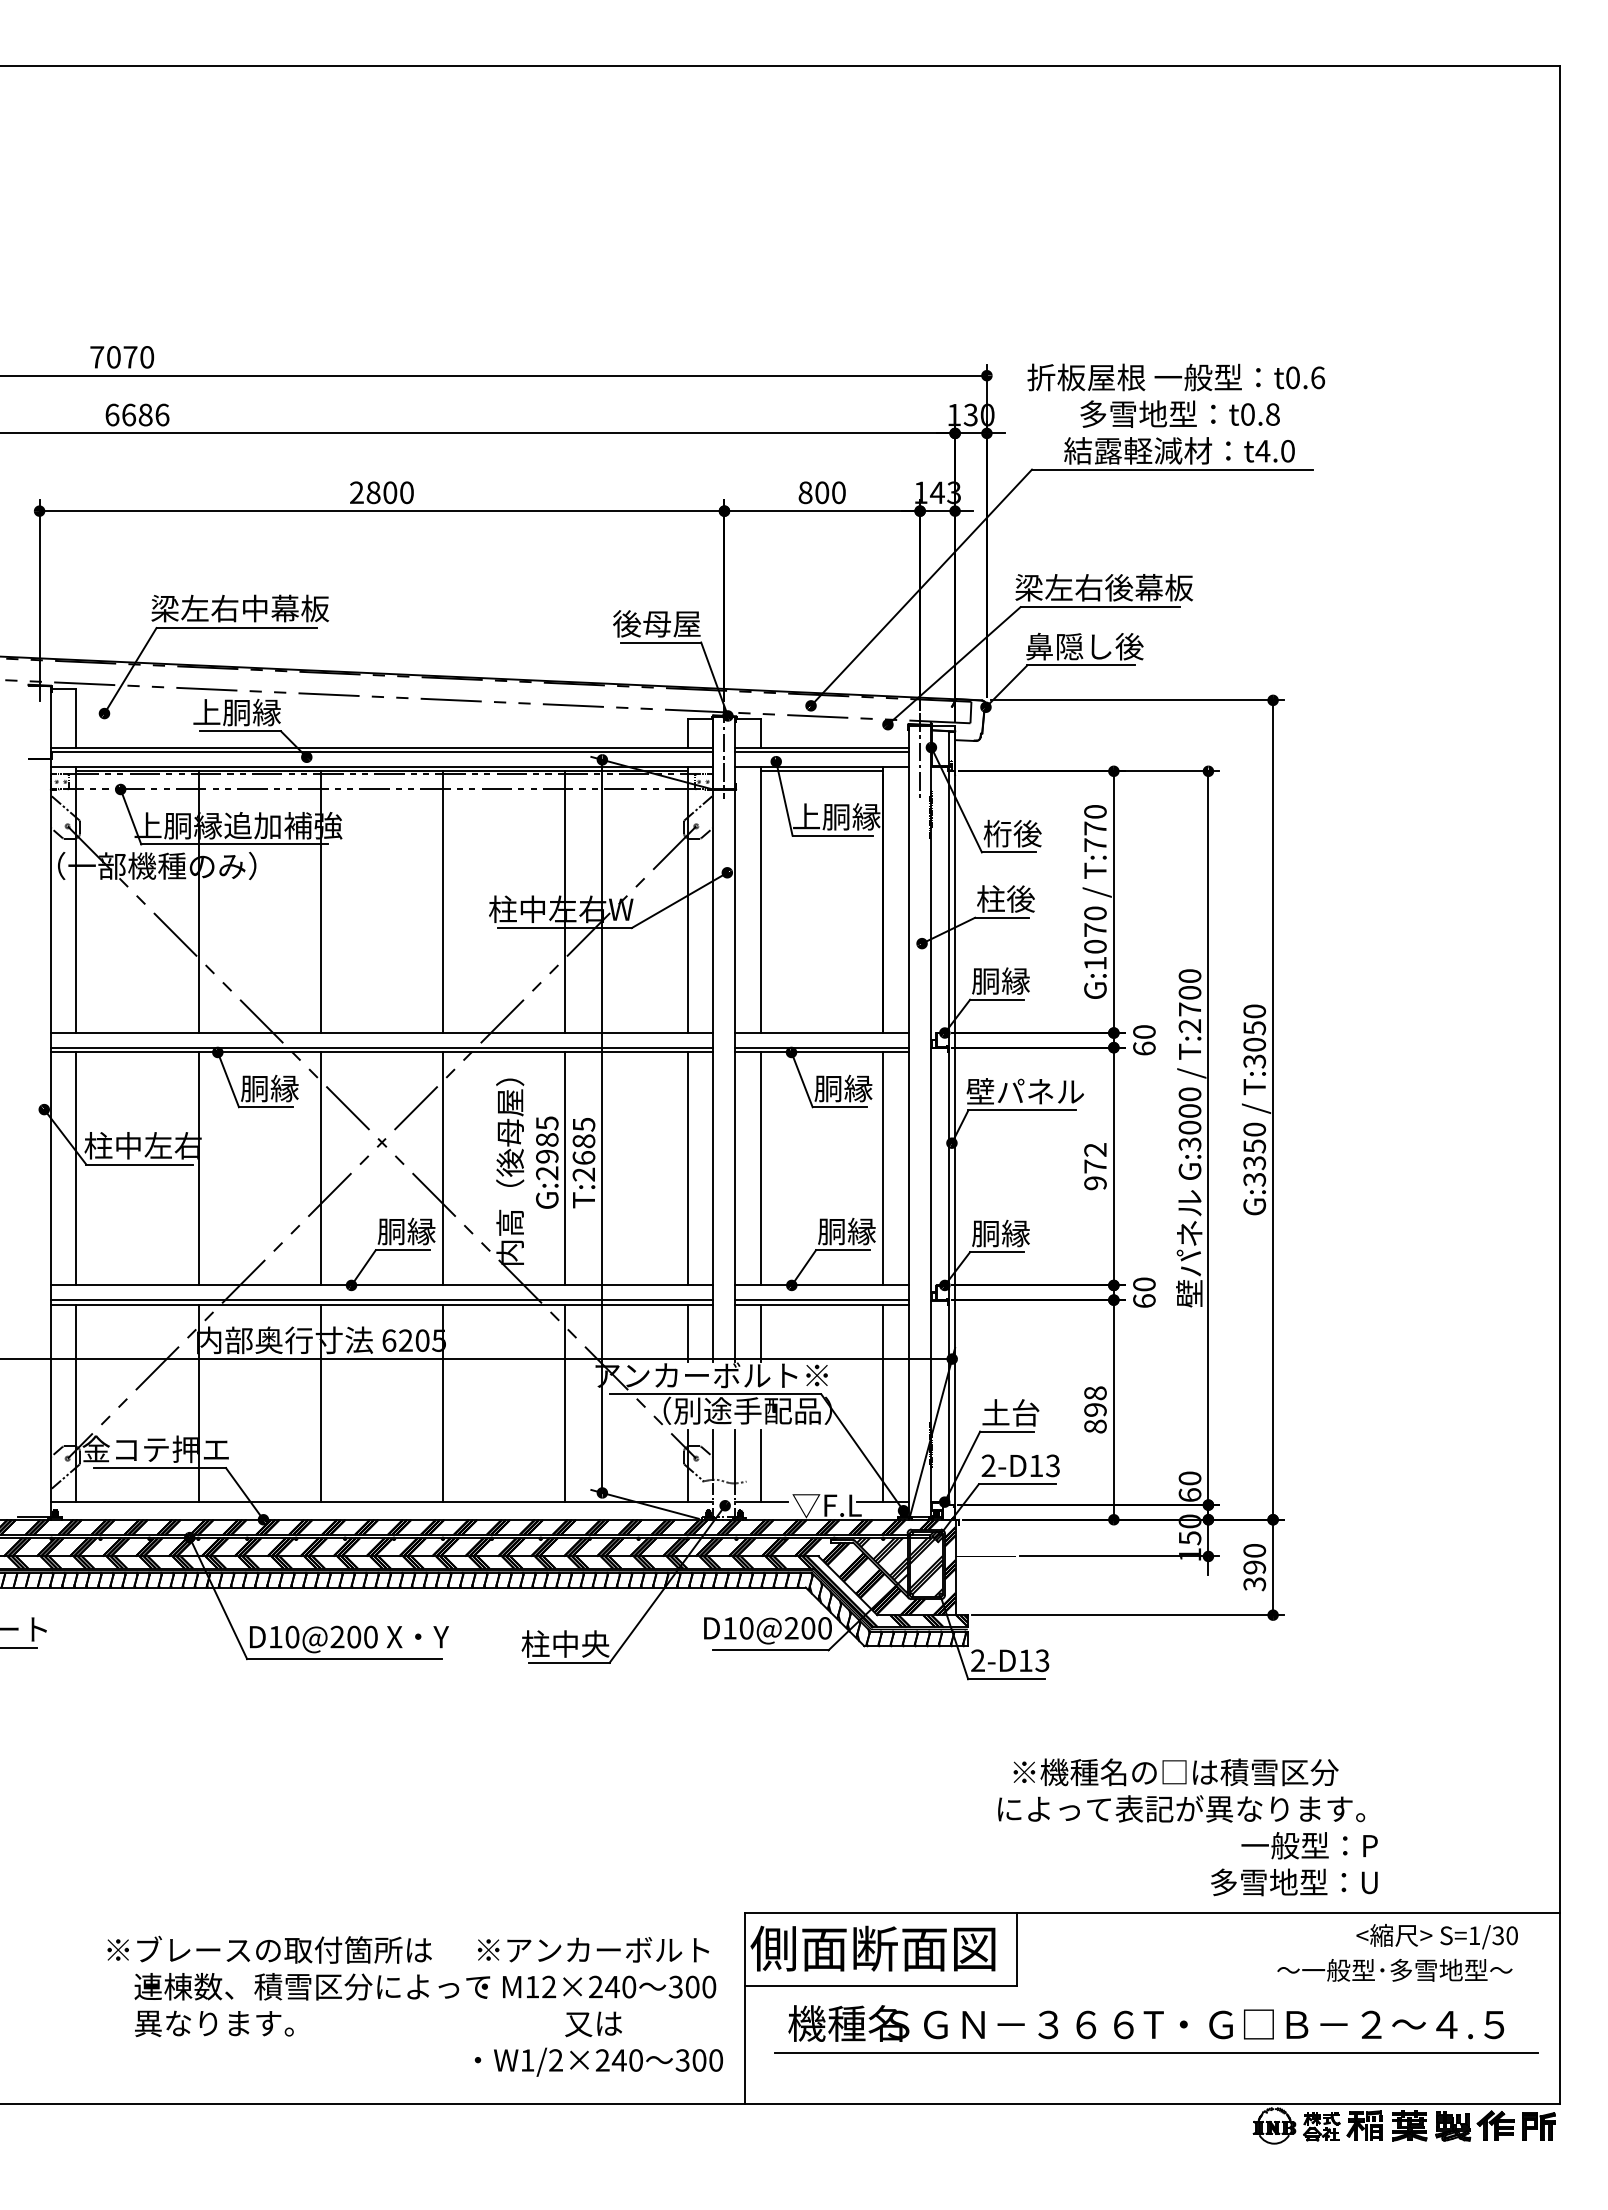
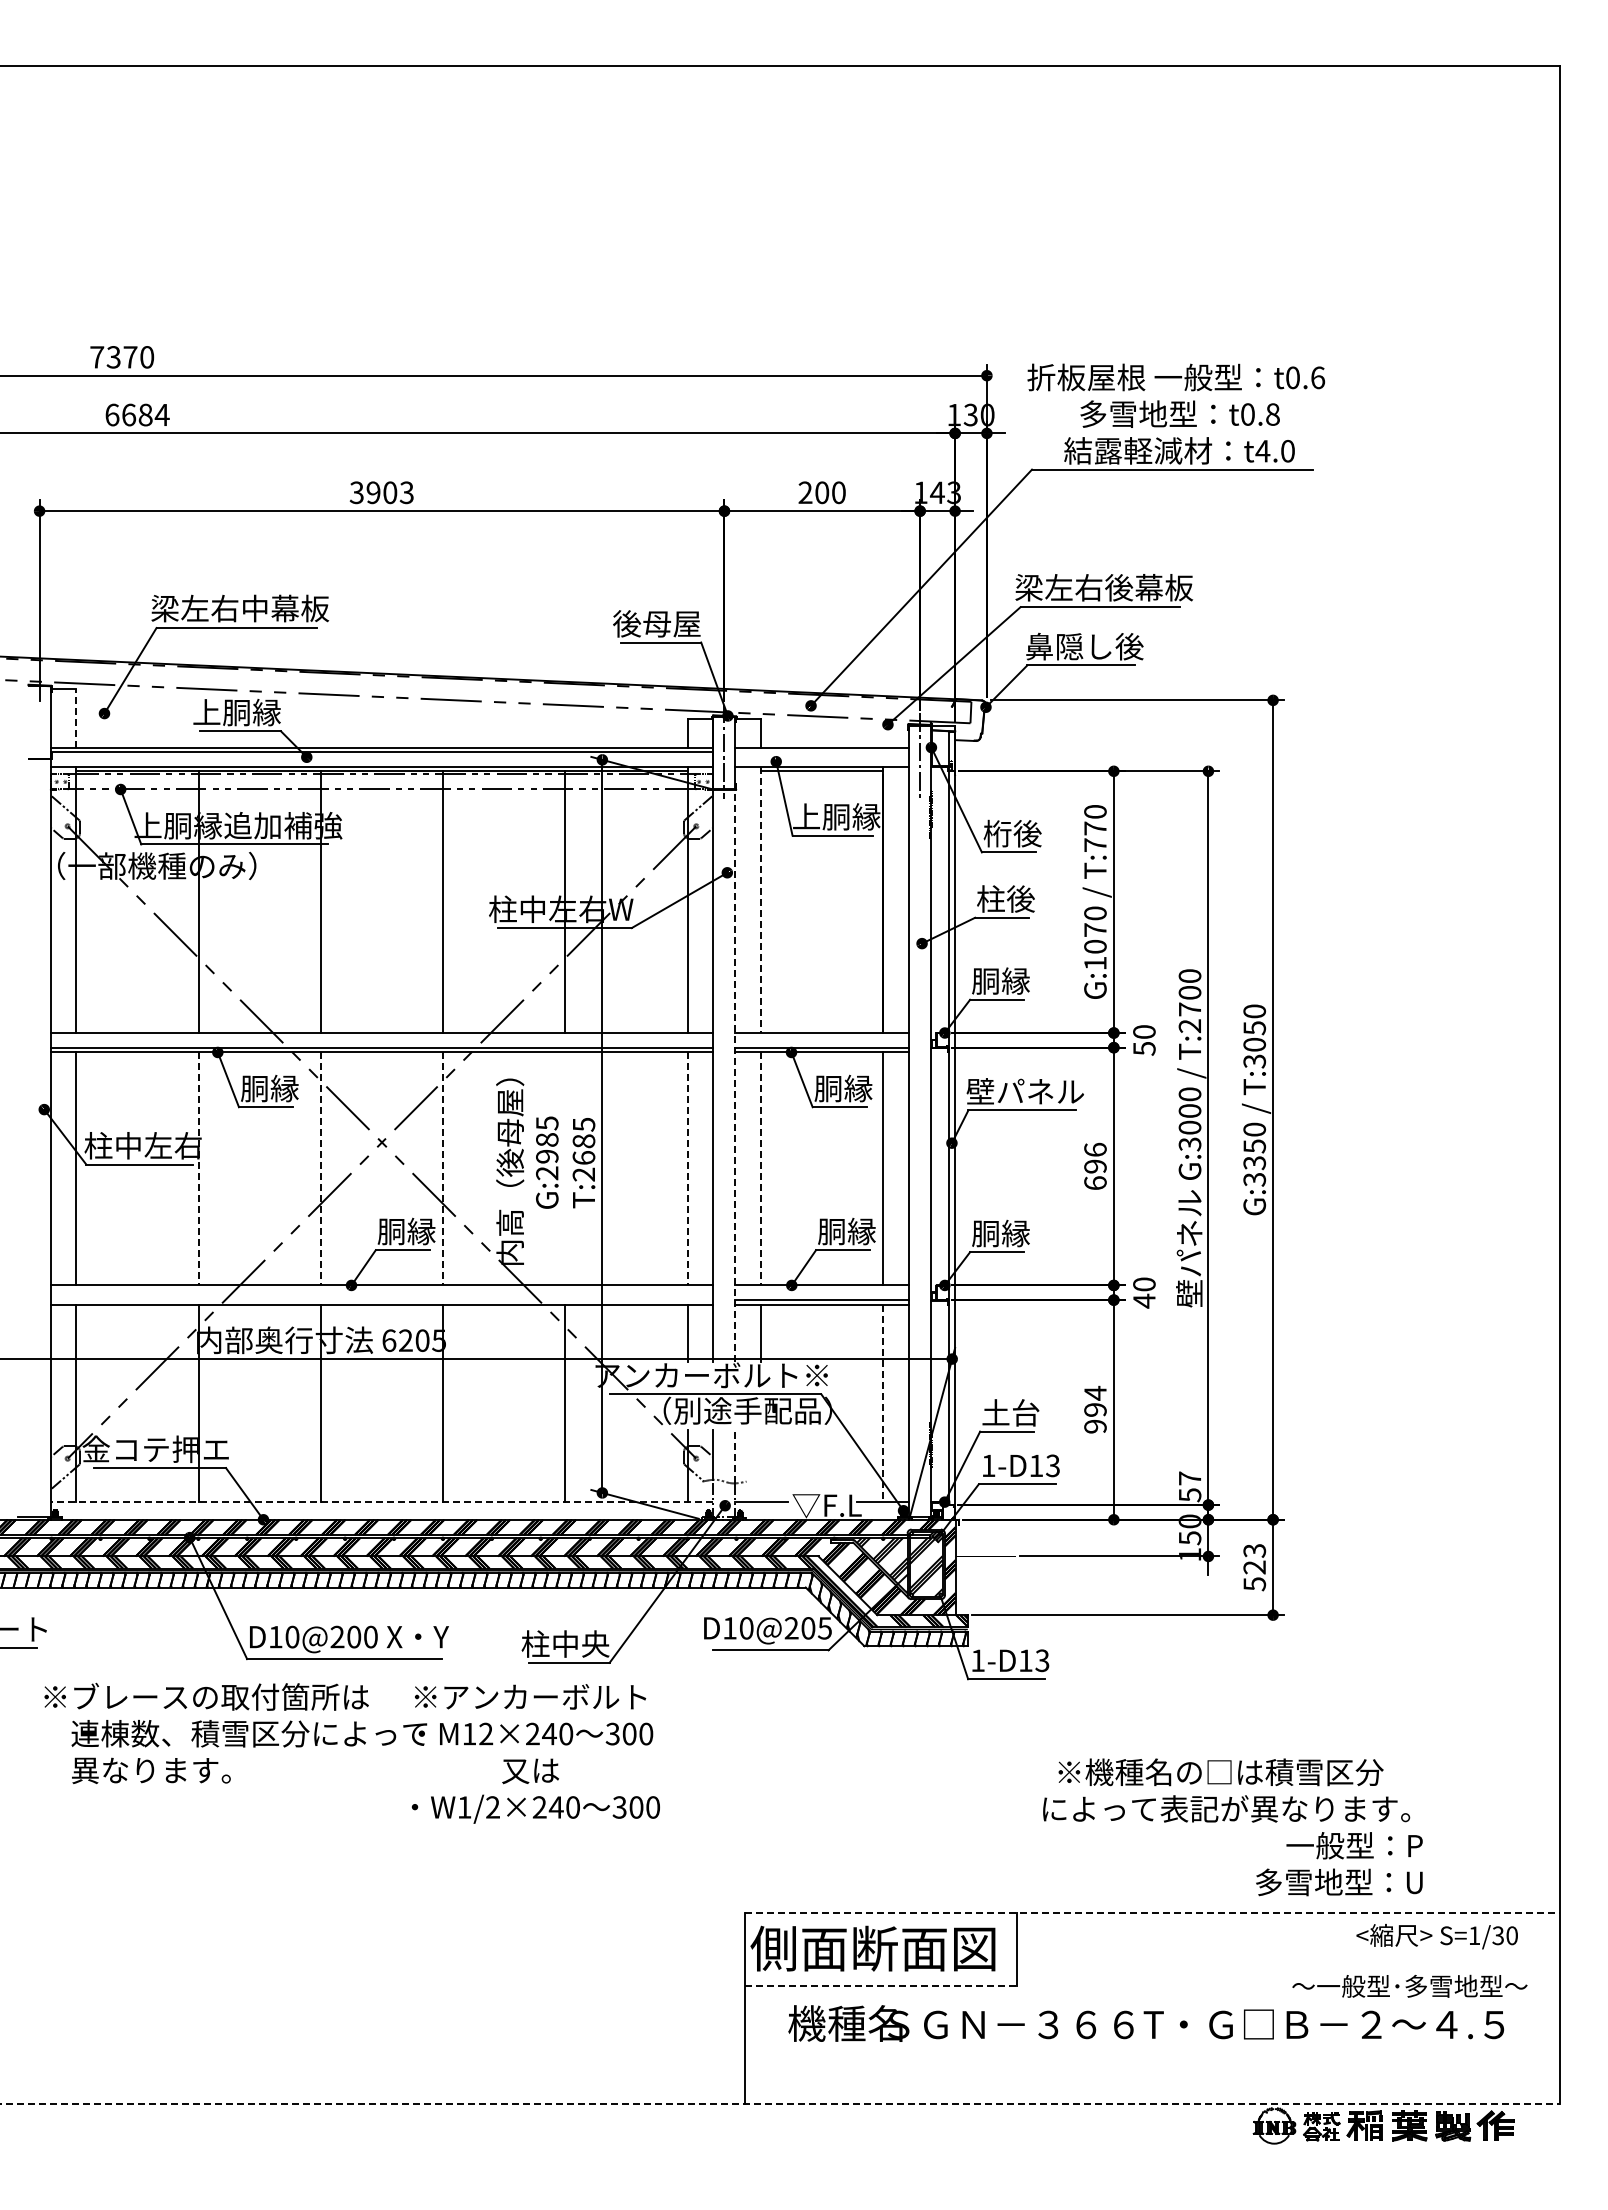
text at (113, 357): 7070 -> 7370
text at (161, 414): 6686 -> 6684
text at (381, 492): 2800 -> 3903
text at (805, 492): 800 -> 200
line at (76, 717): solid -> dashed
line at (822, 752): present -> none
line at (761, 900): solid -> dashed
text at (1144, 1048): 60 -> 50
line at (735, 1075): solid -> dashed
text at (1095, 1166): 972 -> 696
line at (565, 1168): present -> none
line at (198, 1169): solid -> dashed
line at (320, 1169): solid -> dashed
line at (443, 1169): solid -> dashed
line at (687, 1169): solid -> dashed
line at (761, 1169): solid -> dashed
line at (381, 1300): present -> none
text at (1144, 1300): 60 -> 40
line at (883, 1403): solid -> dashed
text at (1095, 1409): 898 -> 994
line at (735, 1456): solid -> dashed
line at (761, 1465): present -> none
text at (988, 1465): 2-D13 -> 1-D13
text at (1189, 1486): 60 -> 57
line at (381, 1502): solid -> dashed
text at (1254, 1567): 390 -> 523
text at (824, 1628): D10@200 -> D10@205
text at (977, 1660): 2-D13 -> 1-D13
text at (1187, 1827) position: (1187, 1827) -> (1232, 1827)
line at (1153, 1912): solid -> dashed
text at (1394, 1969) position: (1394, 1969) -> (1409, 1985)
line at (881, 1986): solid -> dashed
text at (414, 2005) position: (414, 2005) -> (351, 1752)
line at (1155, 2052): present -> none
line at (780, 2103): solid -> dashed
part at (1538, 2126): present -> none
